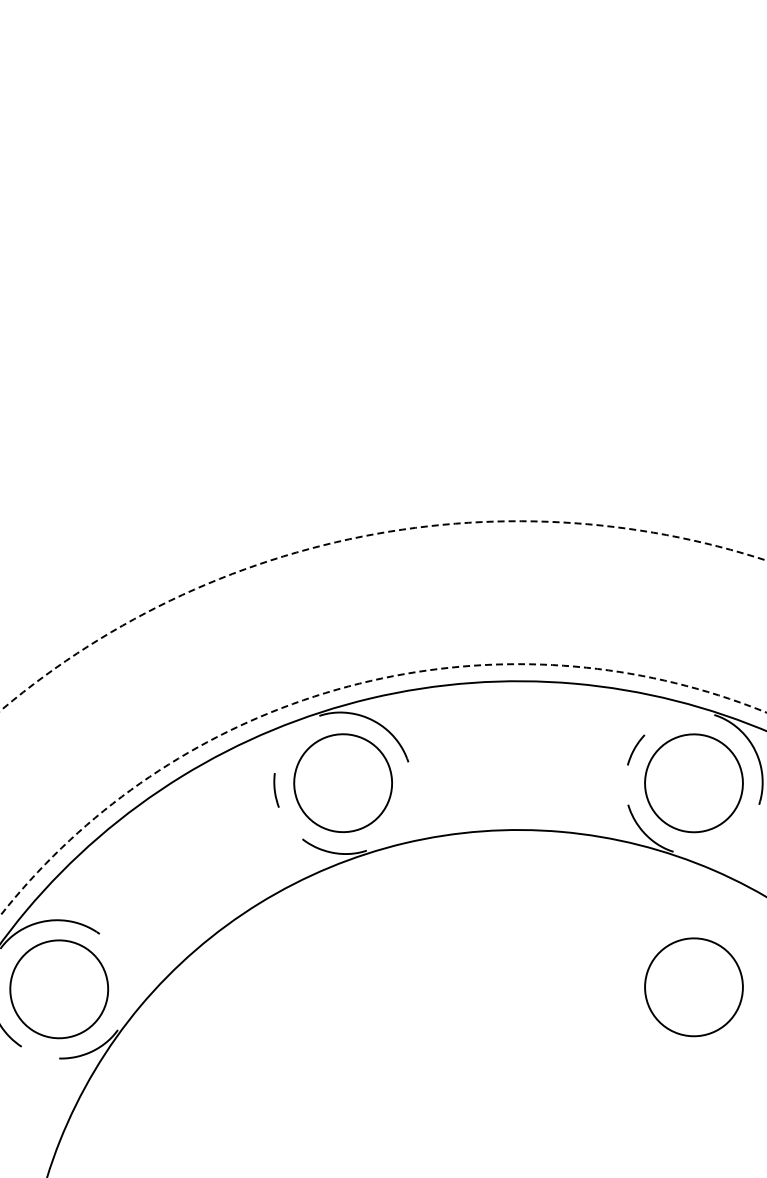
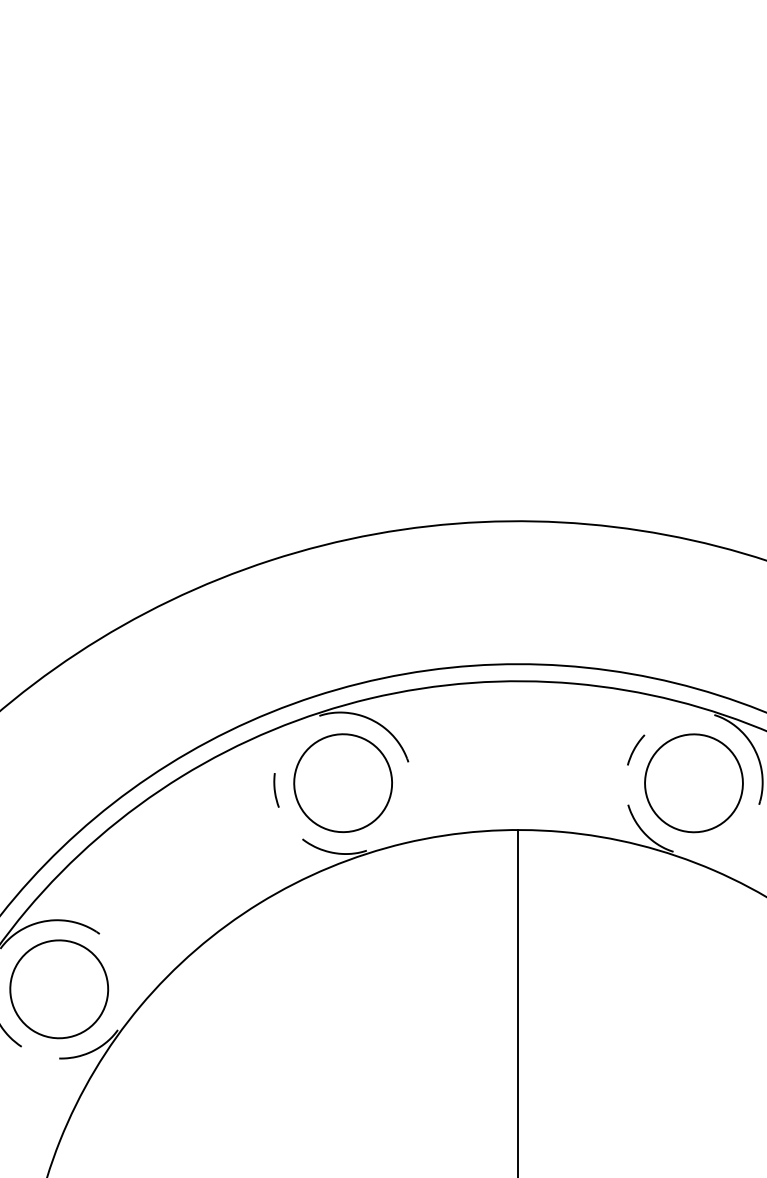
arc at (362, 536): dashed -> solid
arc at (349, 686): dashed -> solid
part at (693, 987): present -> none
line at (518, 1001): none -> present
